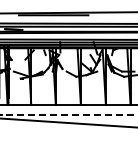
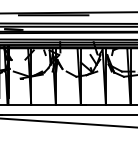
line at (69, 114): dashed -> solid
